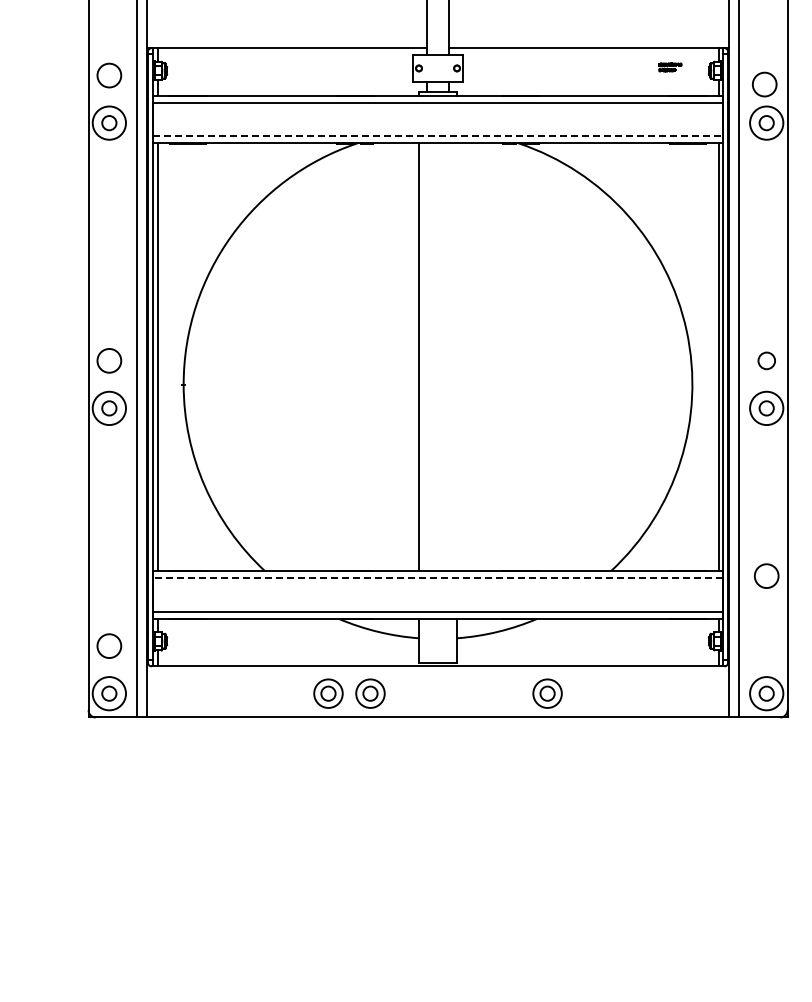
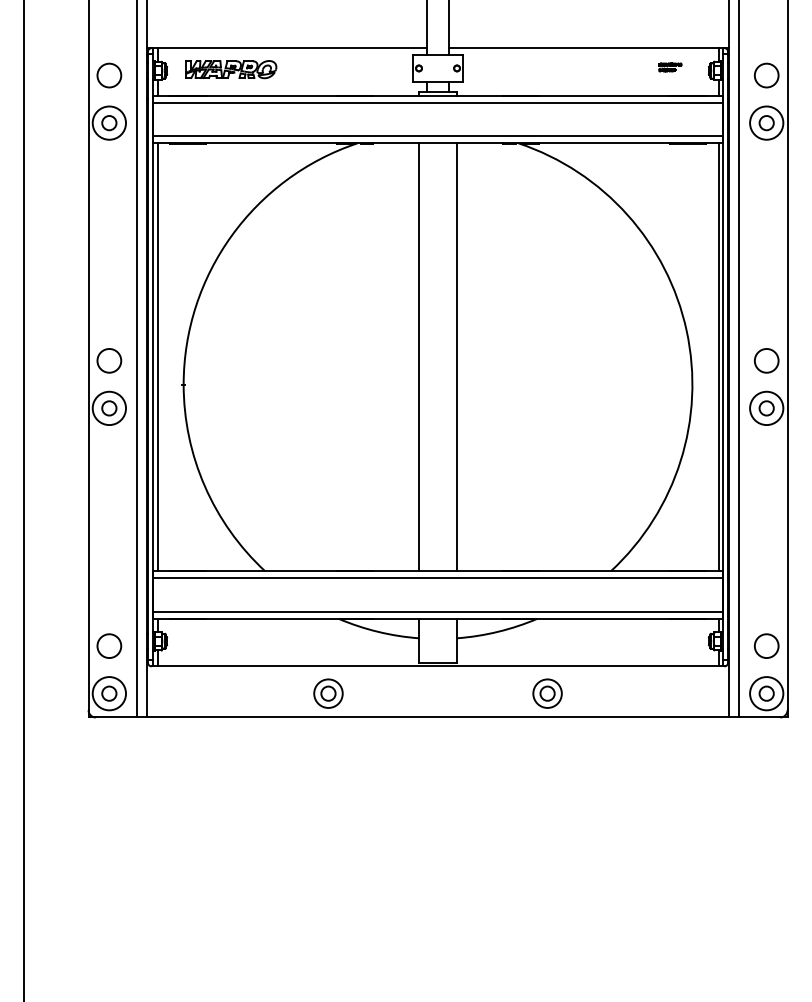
part at (231, 69): none -> present
circle at (764, 84) position: (764, 84) -> (766, 75)
line at (438, 136): dashed -> solid
line at (457, 357): none -> present
circle at (766, 360) size: 19x20 px -> 26x26 px
line at (24, 500): none -> present
circle at (766, 575) position: (766, 575) -> (766, 645)
line at (438, 578): dashed -> solid
part at (370, 693): present -> none
